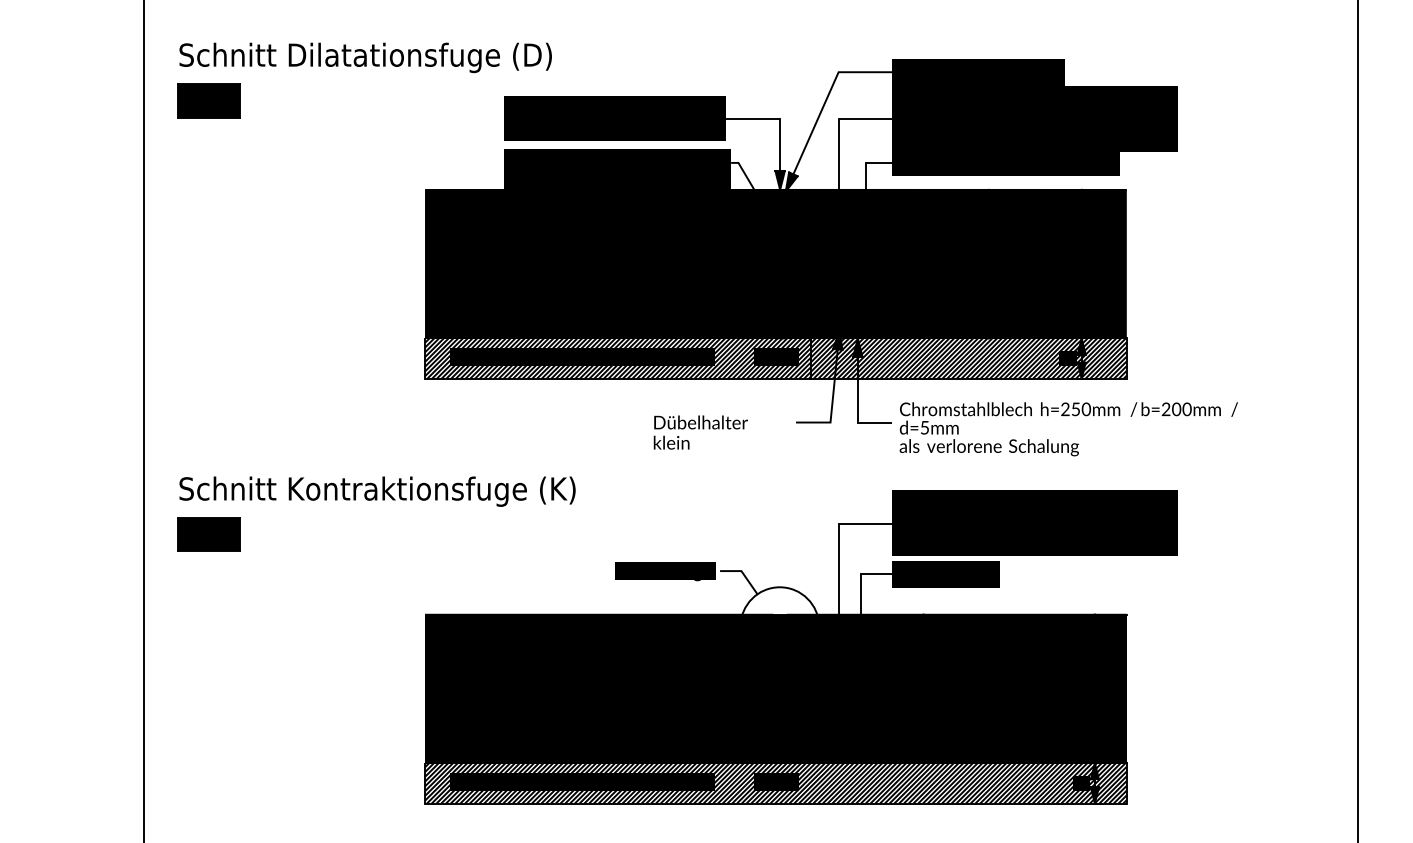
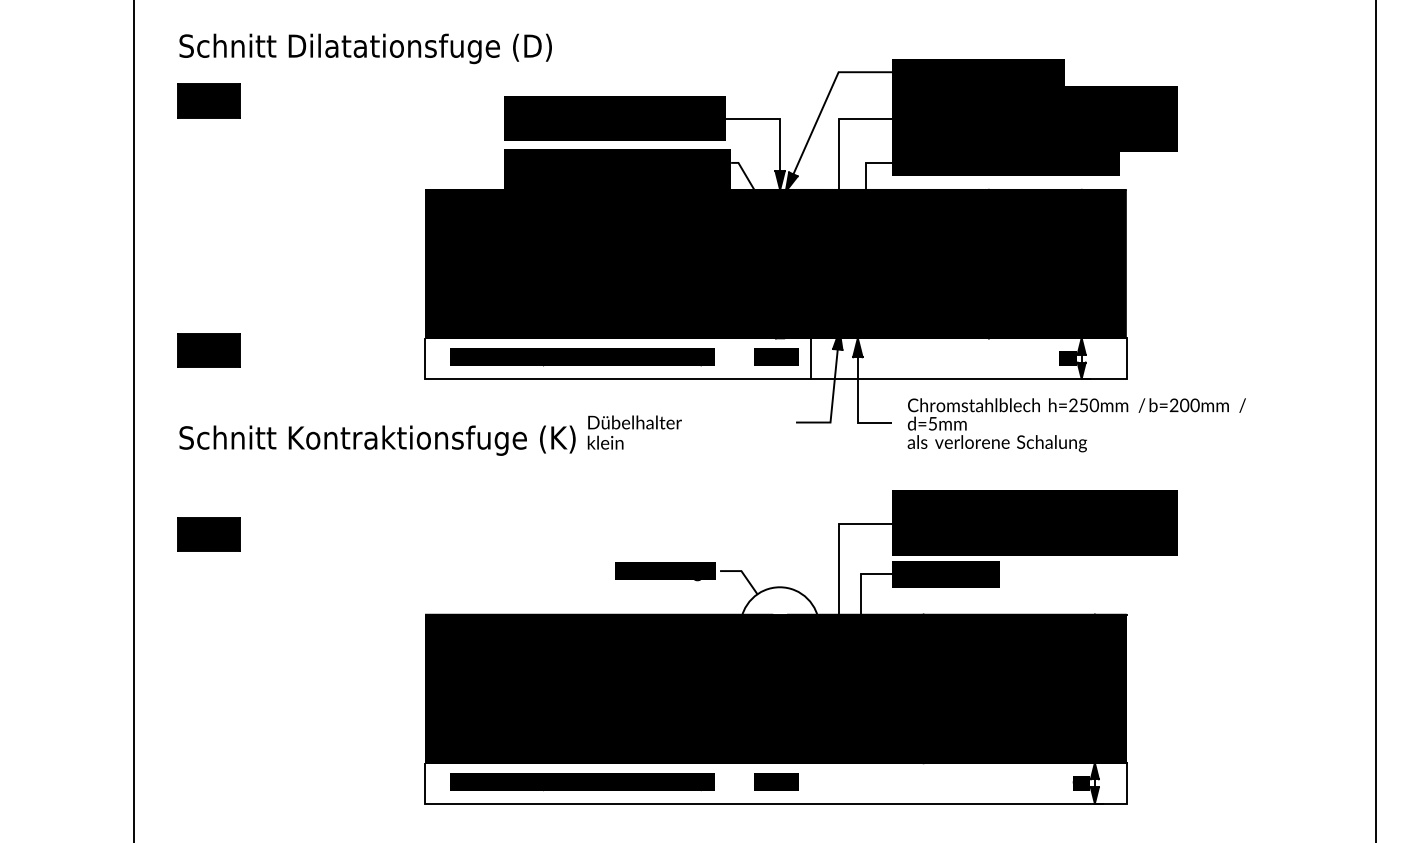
text at (365, 57) position: (365, 57) -> (365, 48)
part at (208, 350): none -> present
hatch at (775, 358): present -> none
line at (143, 420) position: (143, 420) -> (133, 420)
line at (1357, 420) position: (1357, 420) -> (1375, 420)
text at (1068, 429) position: (1068, 429) -> (1076, 425)
text at (700, 432) position: (700, 432) -> (634, 432)
text at (377, 491) position: (377, 491) -> (377, 440)
hatch at (775, 783): present -> none
